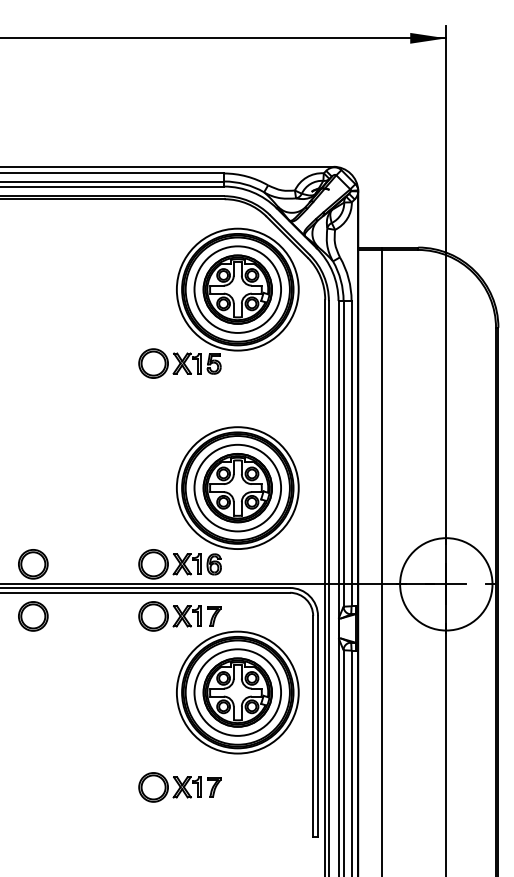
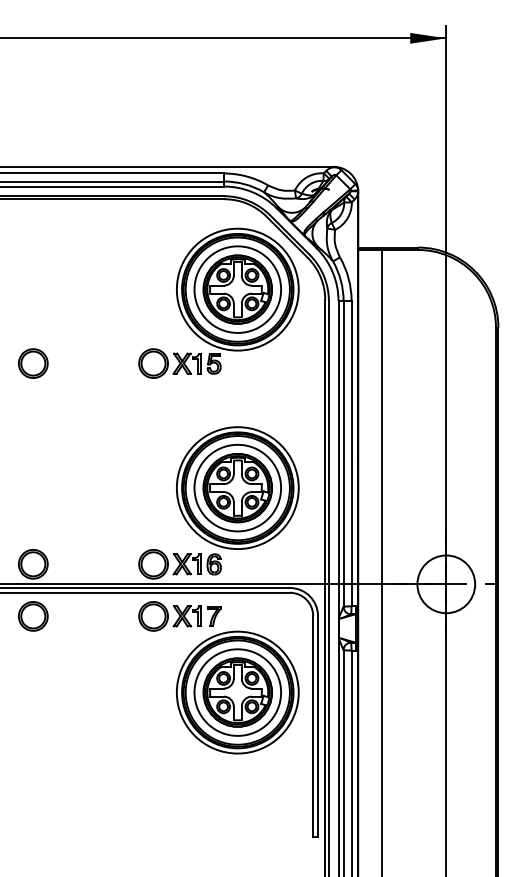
part at (33, 363): none -> present
circle at (446, 584) diameter: 92 px -> 58 px
part at (179, 787): present -> none
